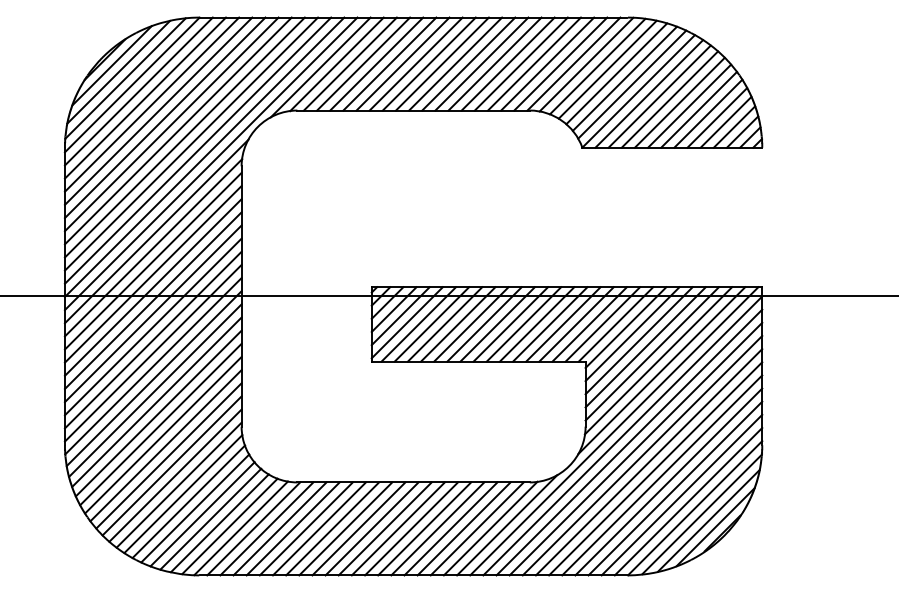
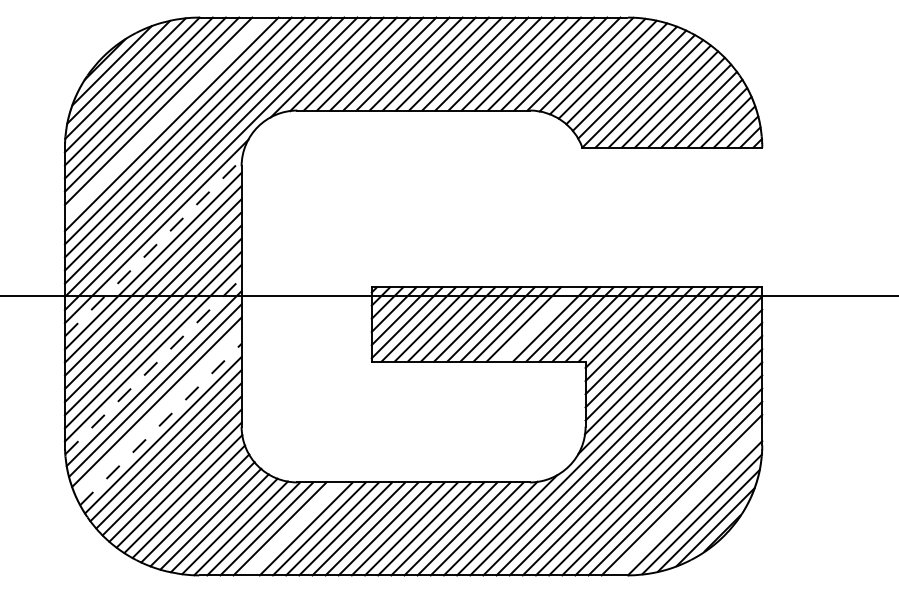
line at (164, 117): present -> none
line at (153, 247): solid -> dashed
line at (536, 324): present -> none
line at (153, 366): solid -> dashed
line at (158, 413): present -> none
line at (161, 424): solid -> dashed
line at (688, 501): present -> none
line at (292, 528): present -> none
